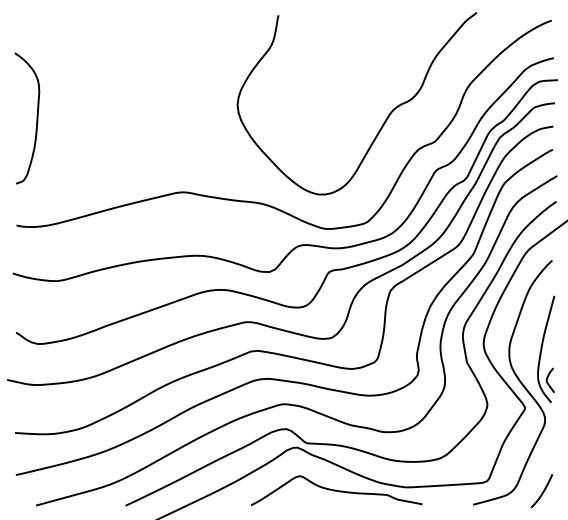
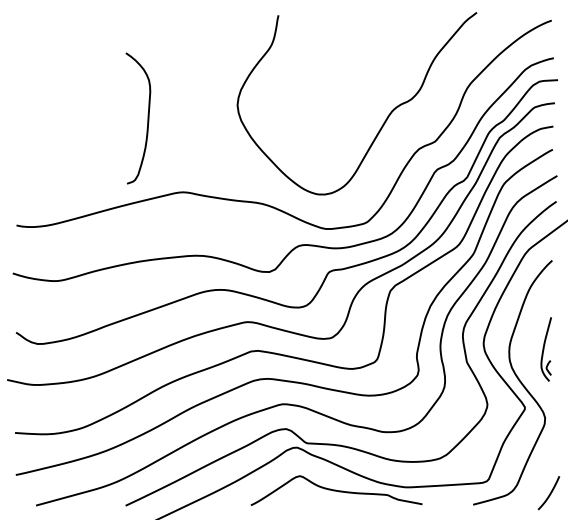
curve at (36, 118) position: (36, 118) -> (147, 118)
part at (546, 349) size: 19x109 px -> 12x65 px
curve at (542, 491) position: (542, 491) -> (549, 493)
